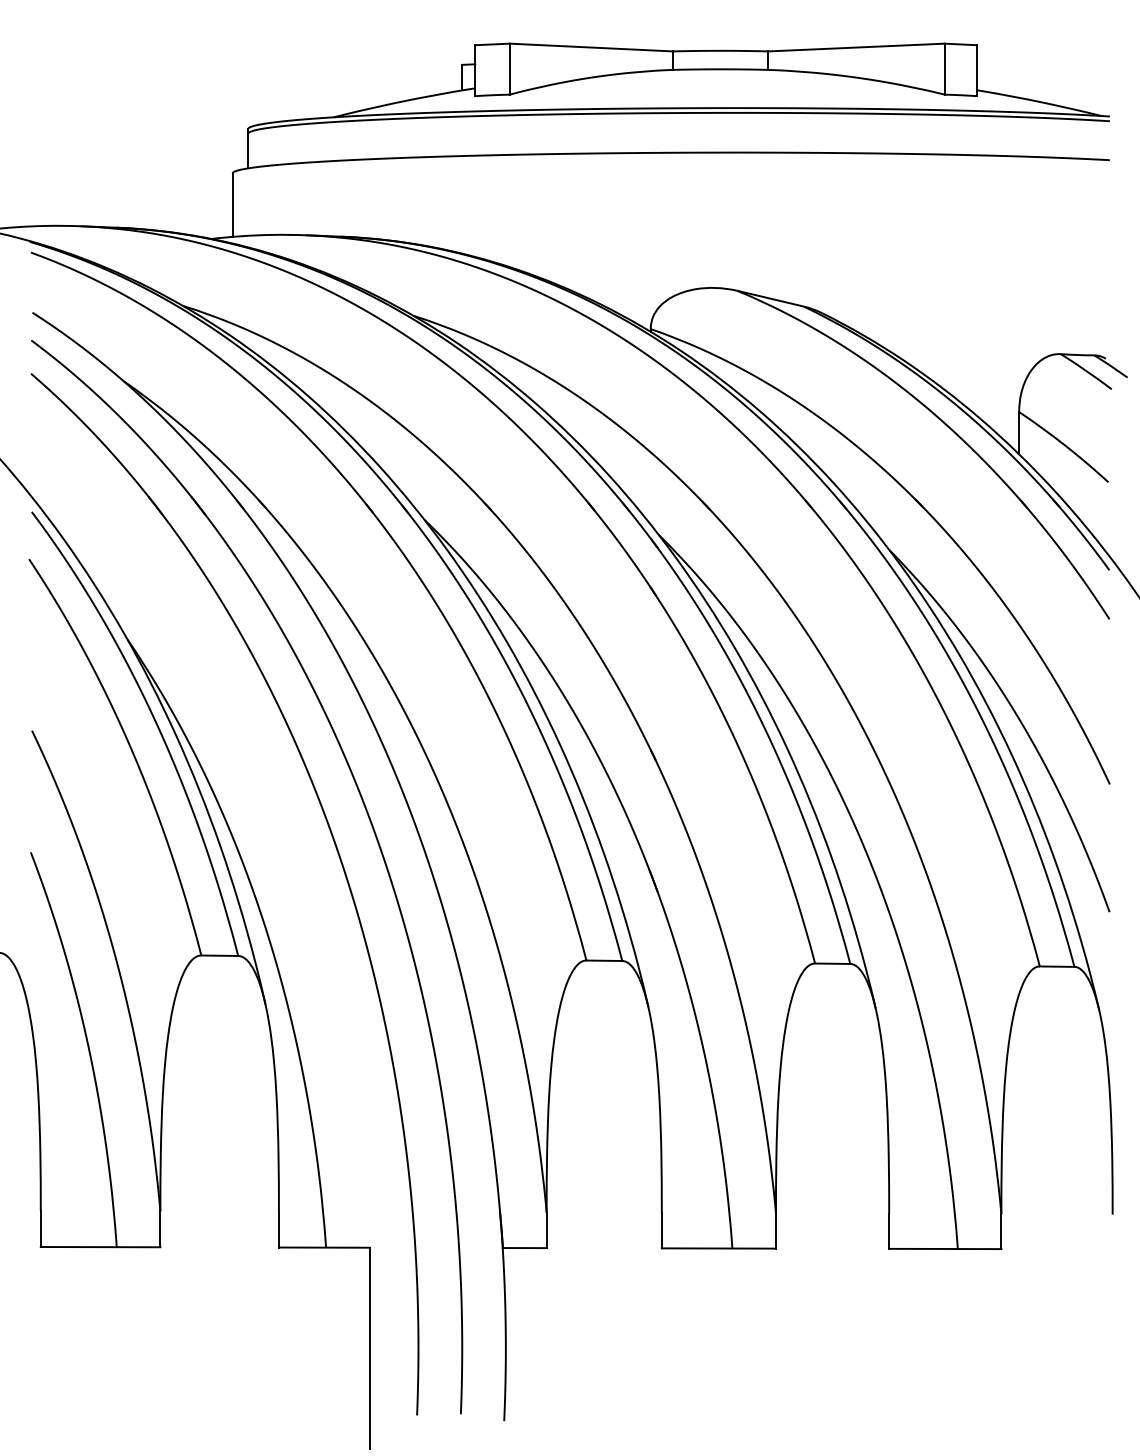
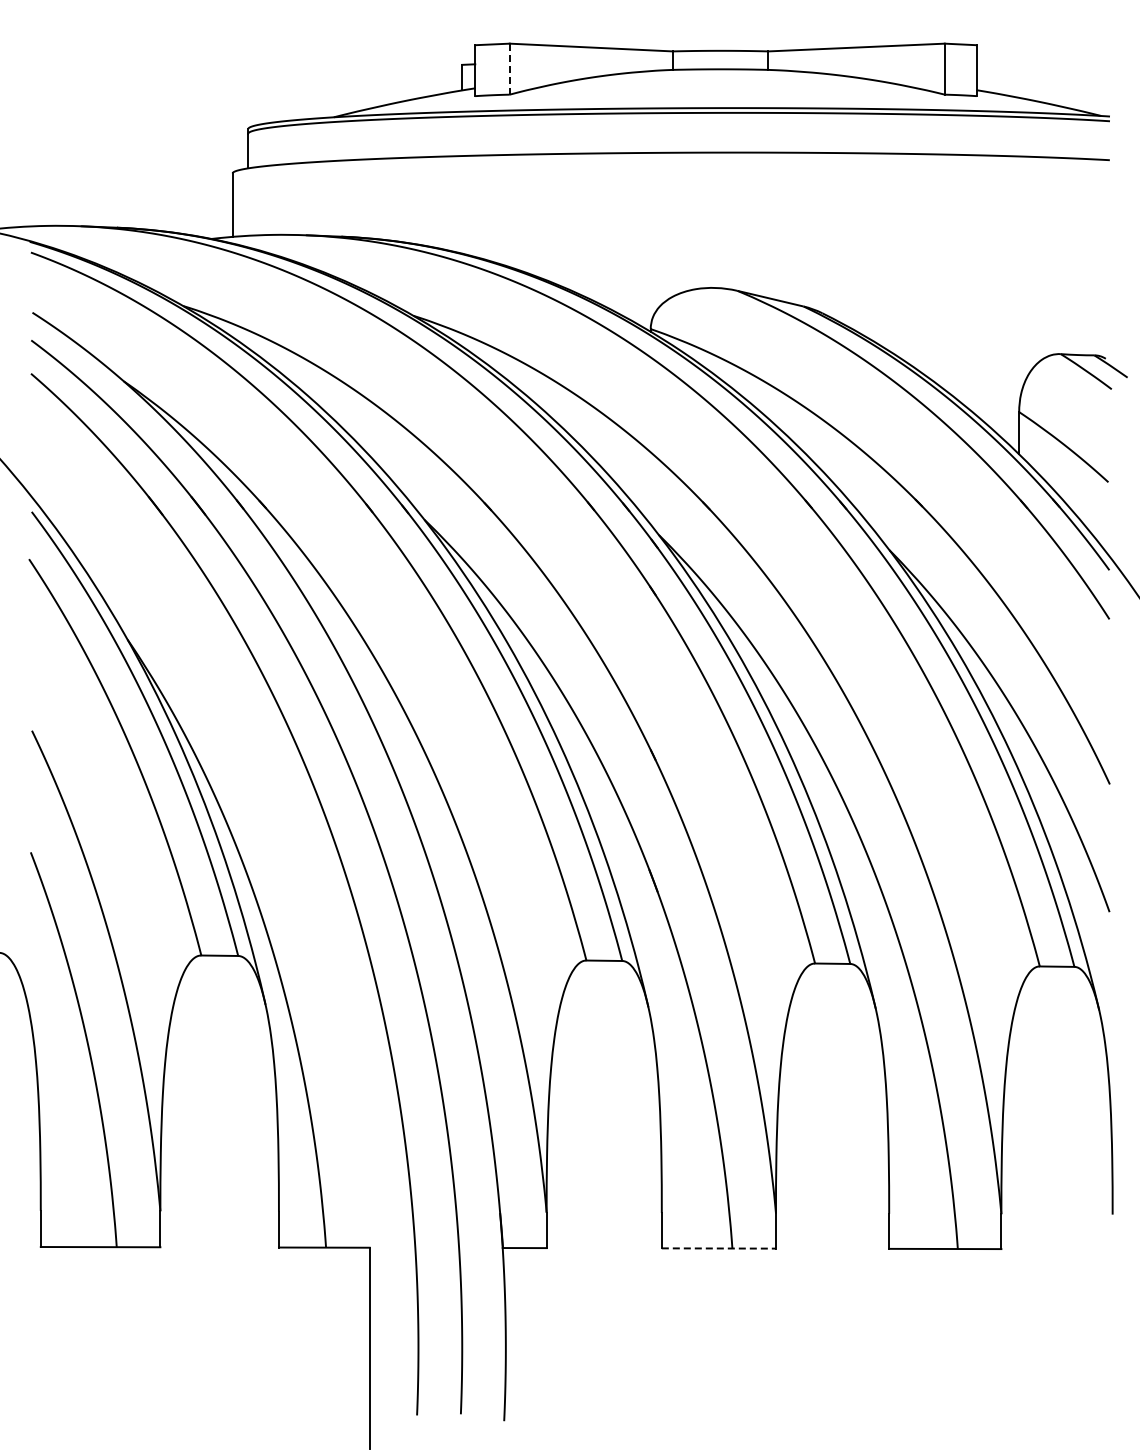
line at (509, 69): solid -> dashed
line at (719, 1248): solid -> dashed
